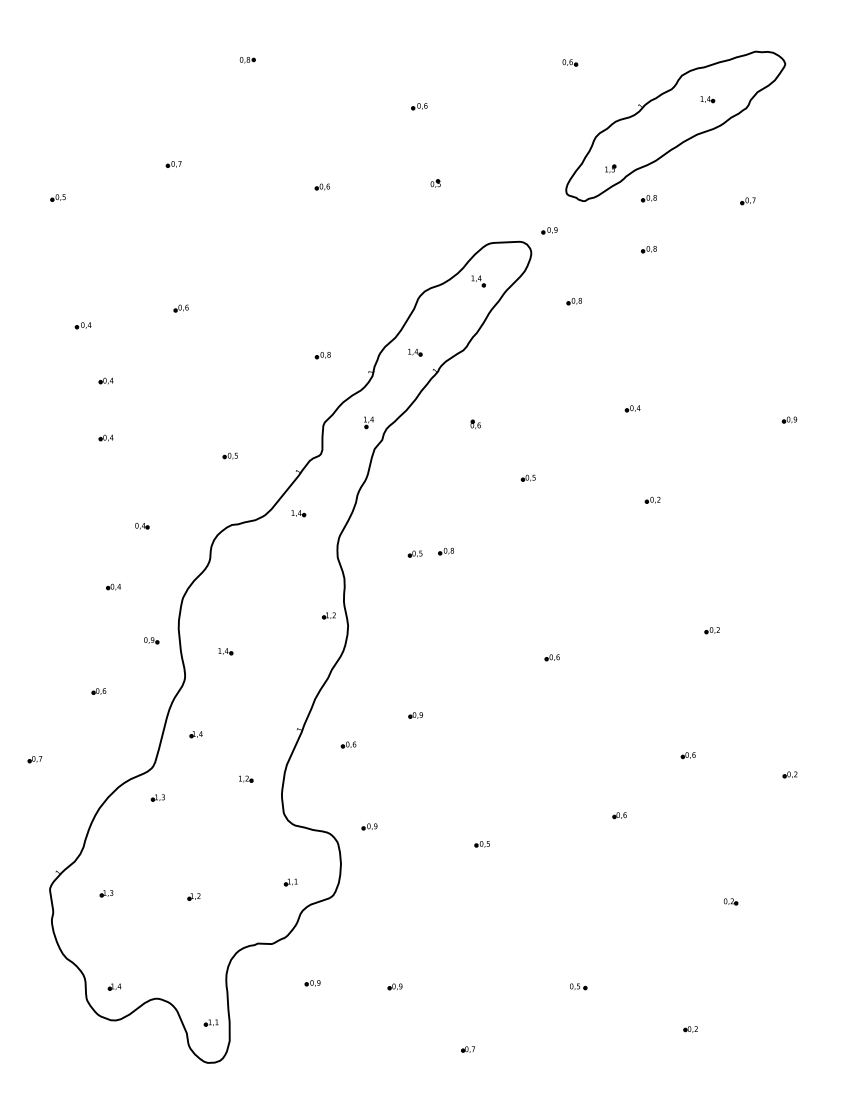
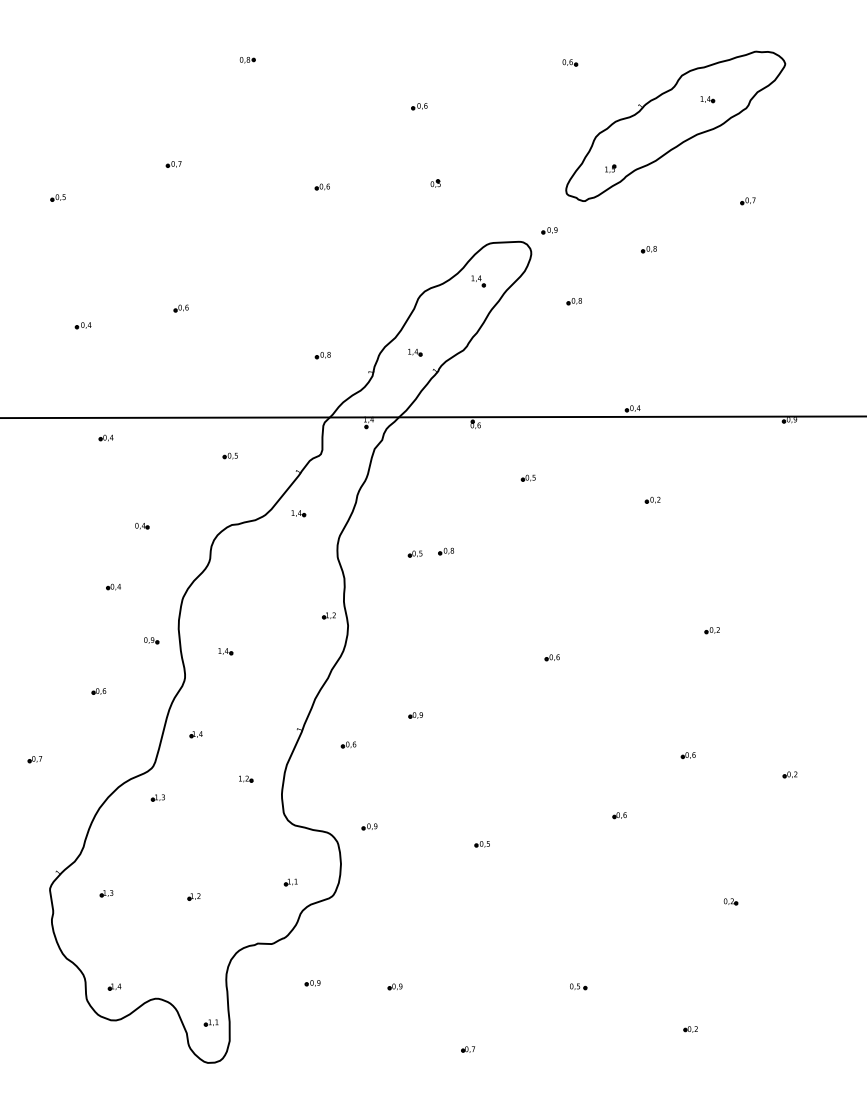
part at (648, 198): present -> none
part at (105, 380): present -> none
line at (432, 417): none -> present
